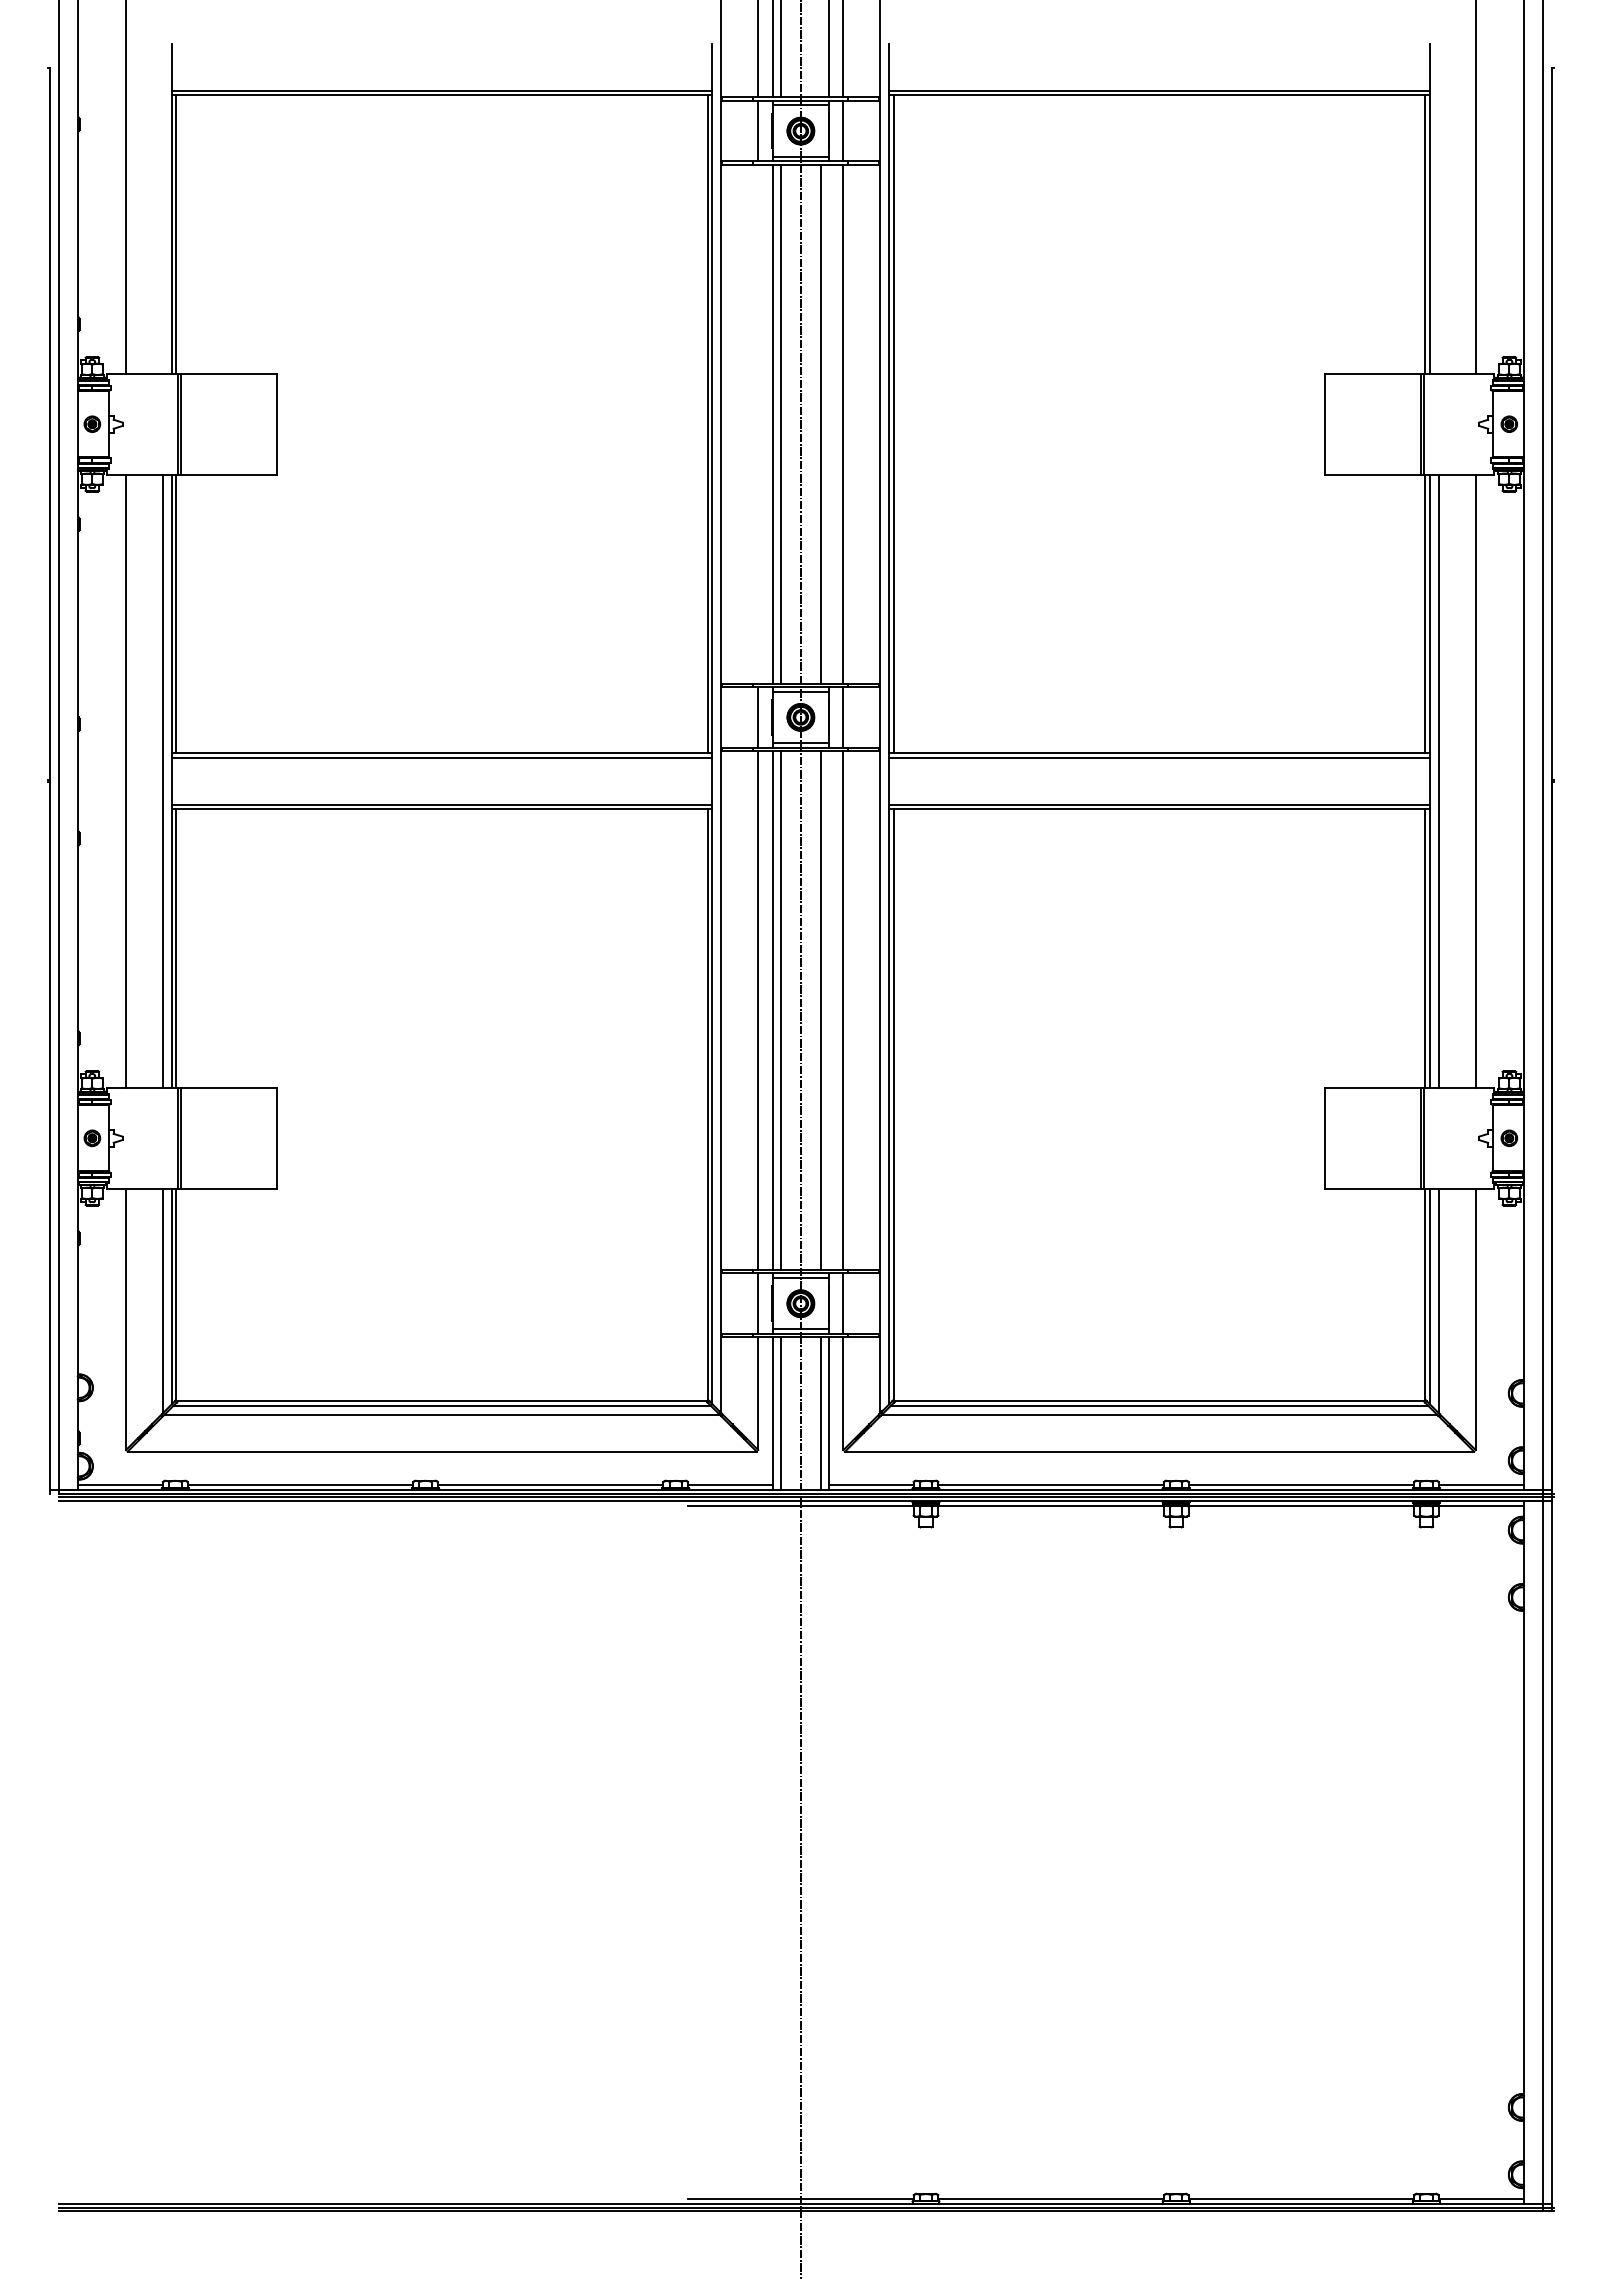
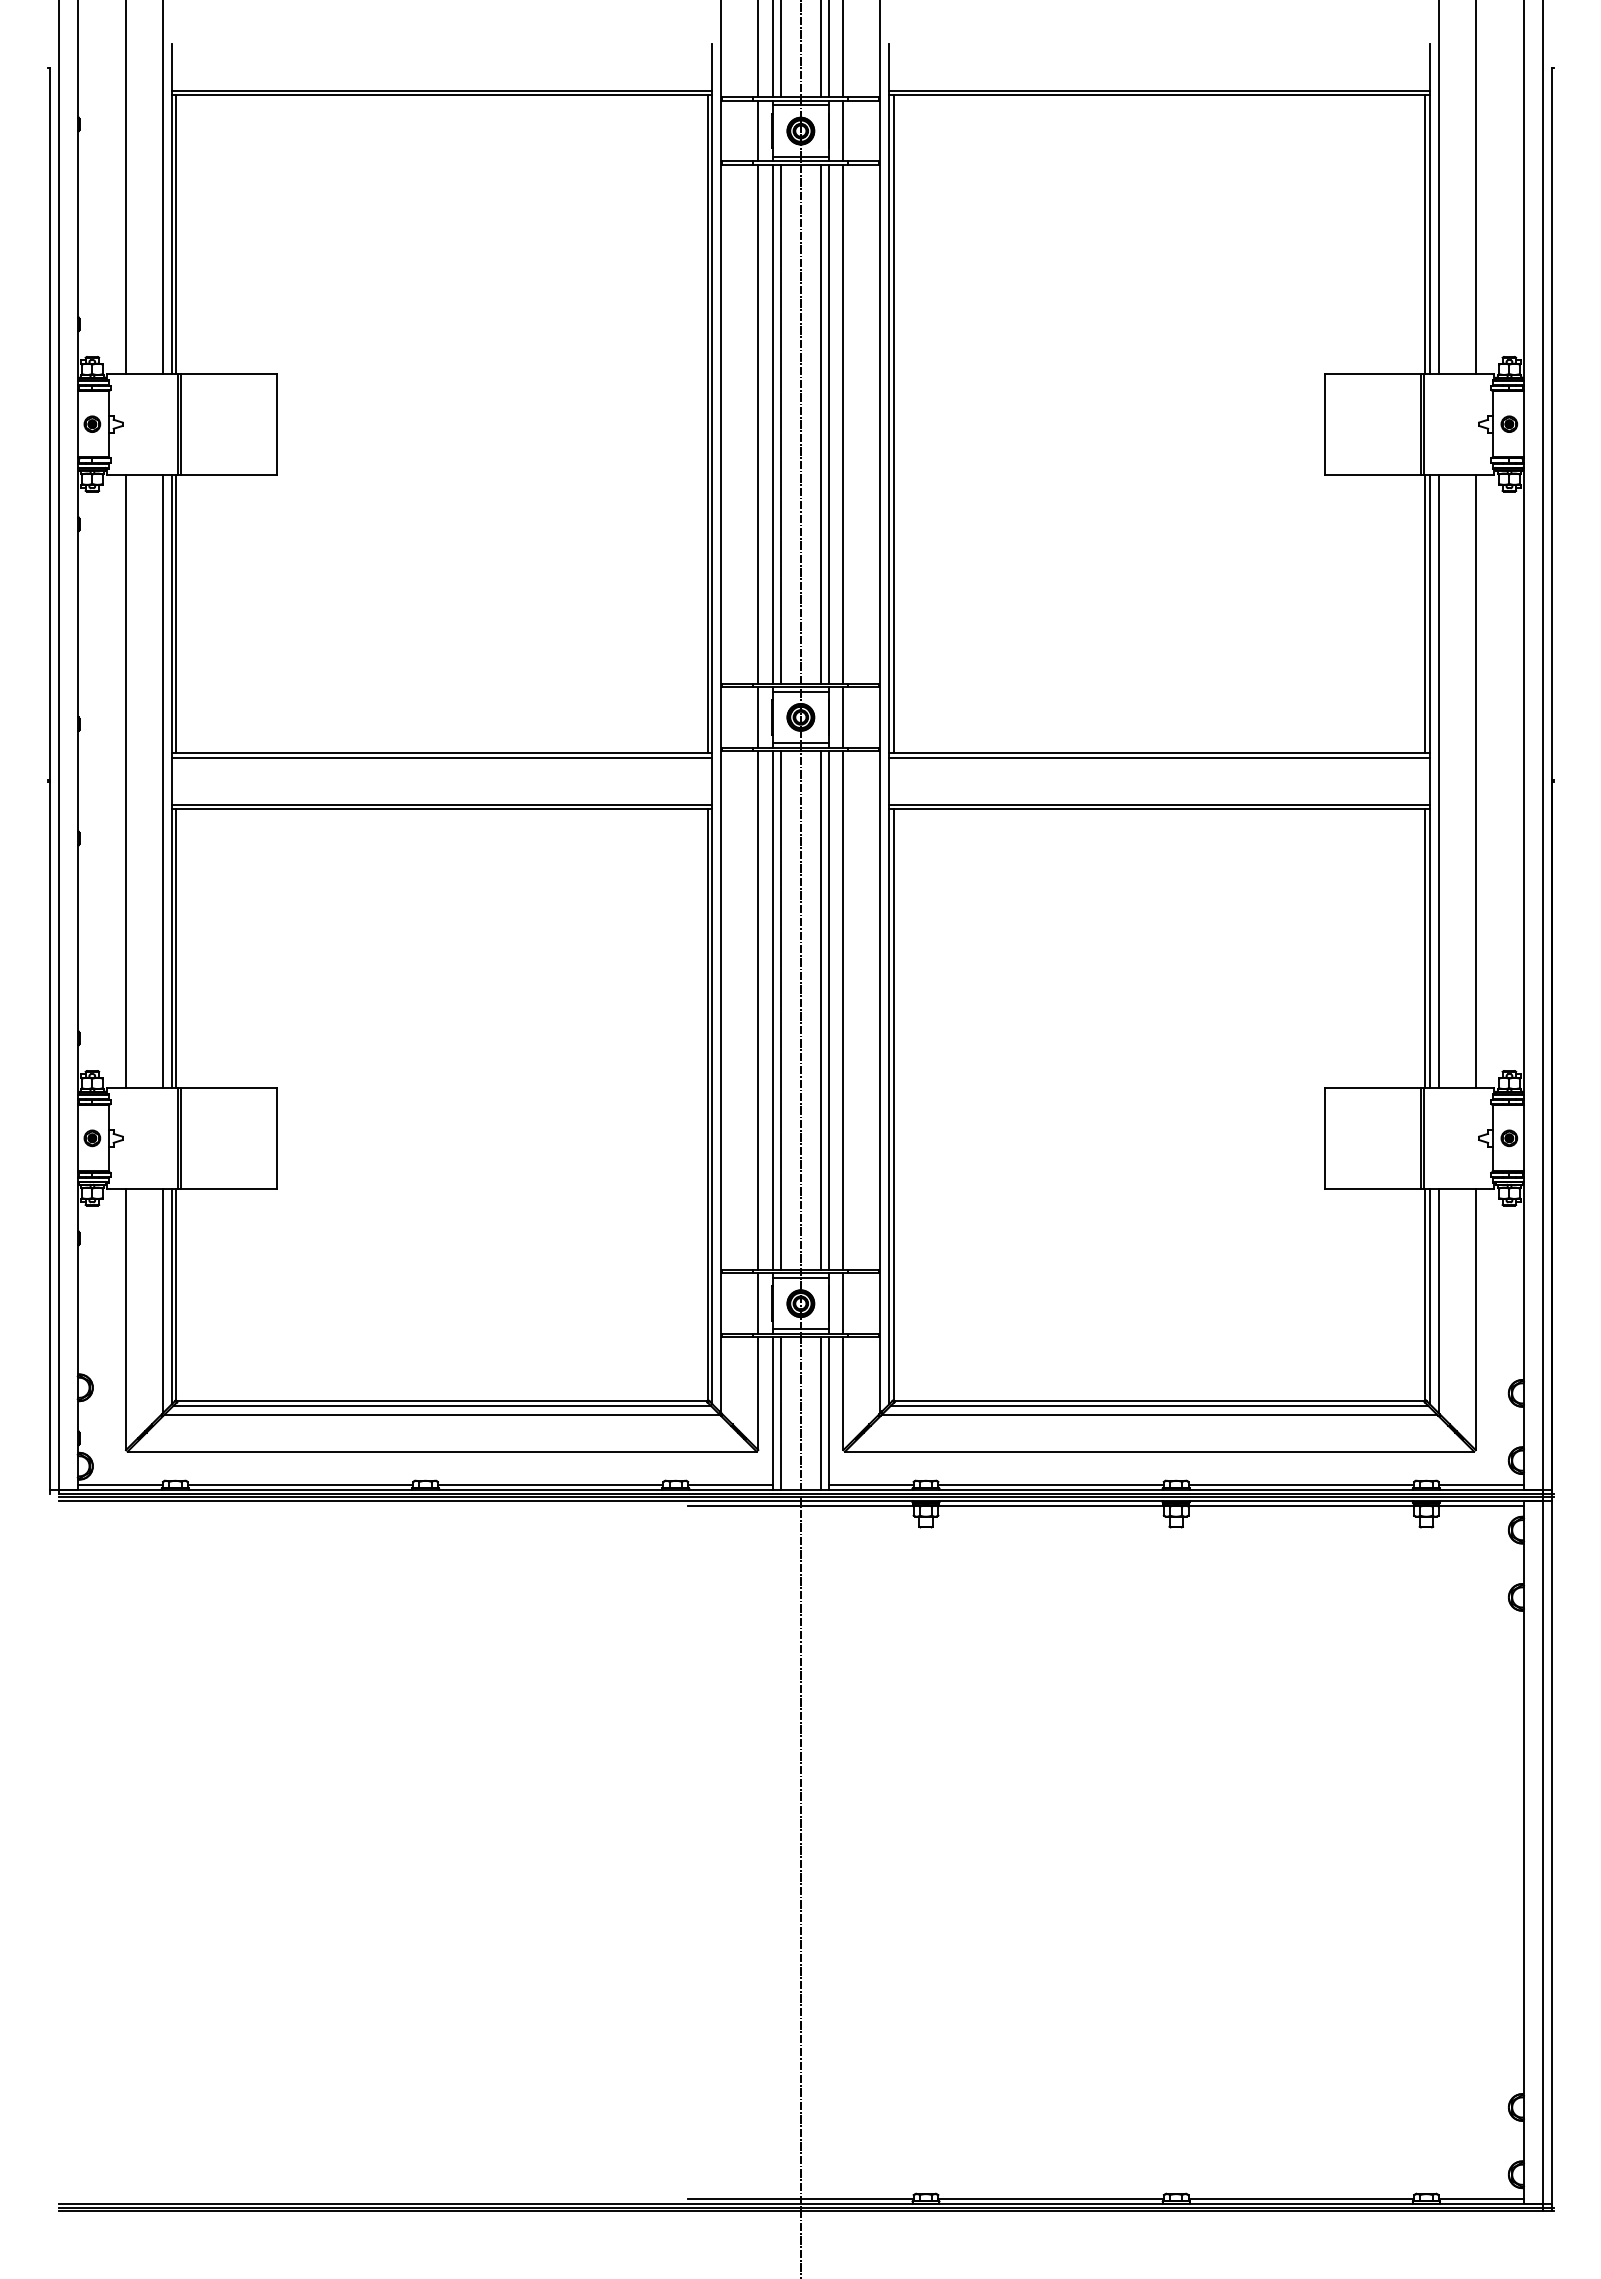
line at (821, 49): none -> present
line at (163, 187): none -> present
line at (1438, 187): none -> present
line at (758, 423): none -> present
line at (828, 423): none -> present
line at (828, 1010): none -> present
